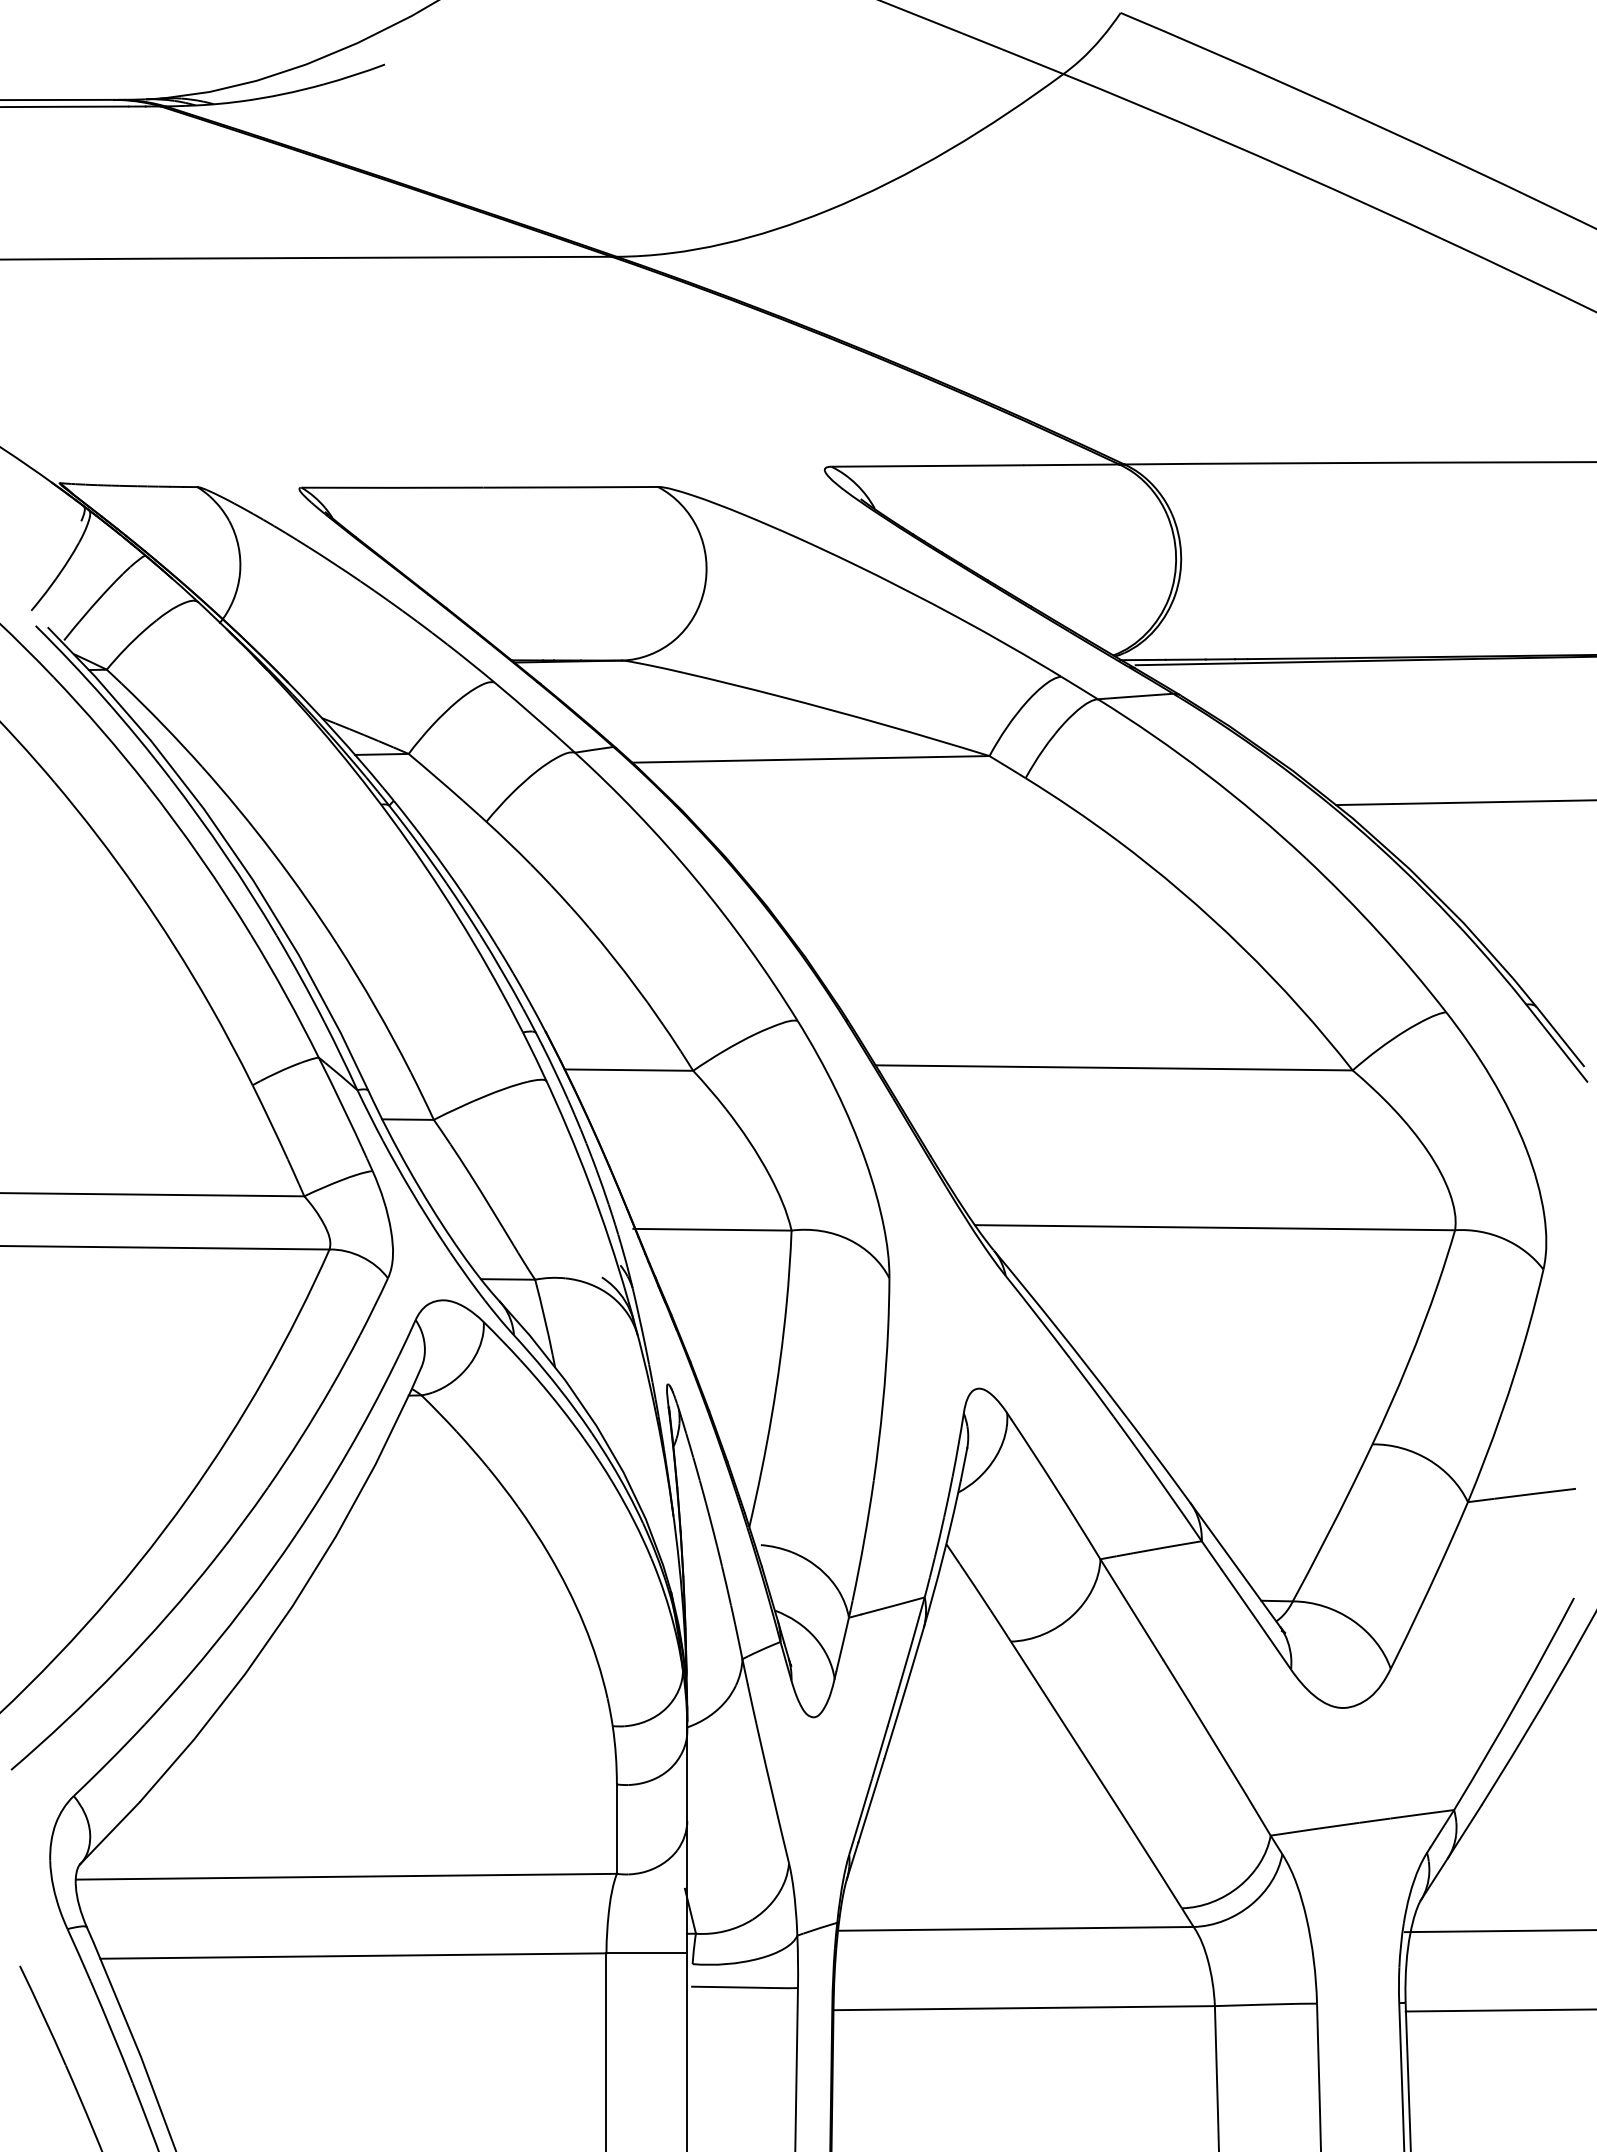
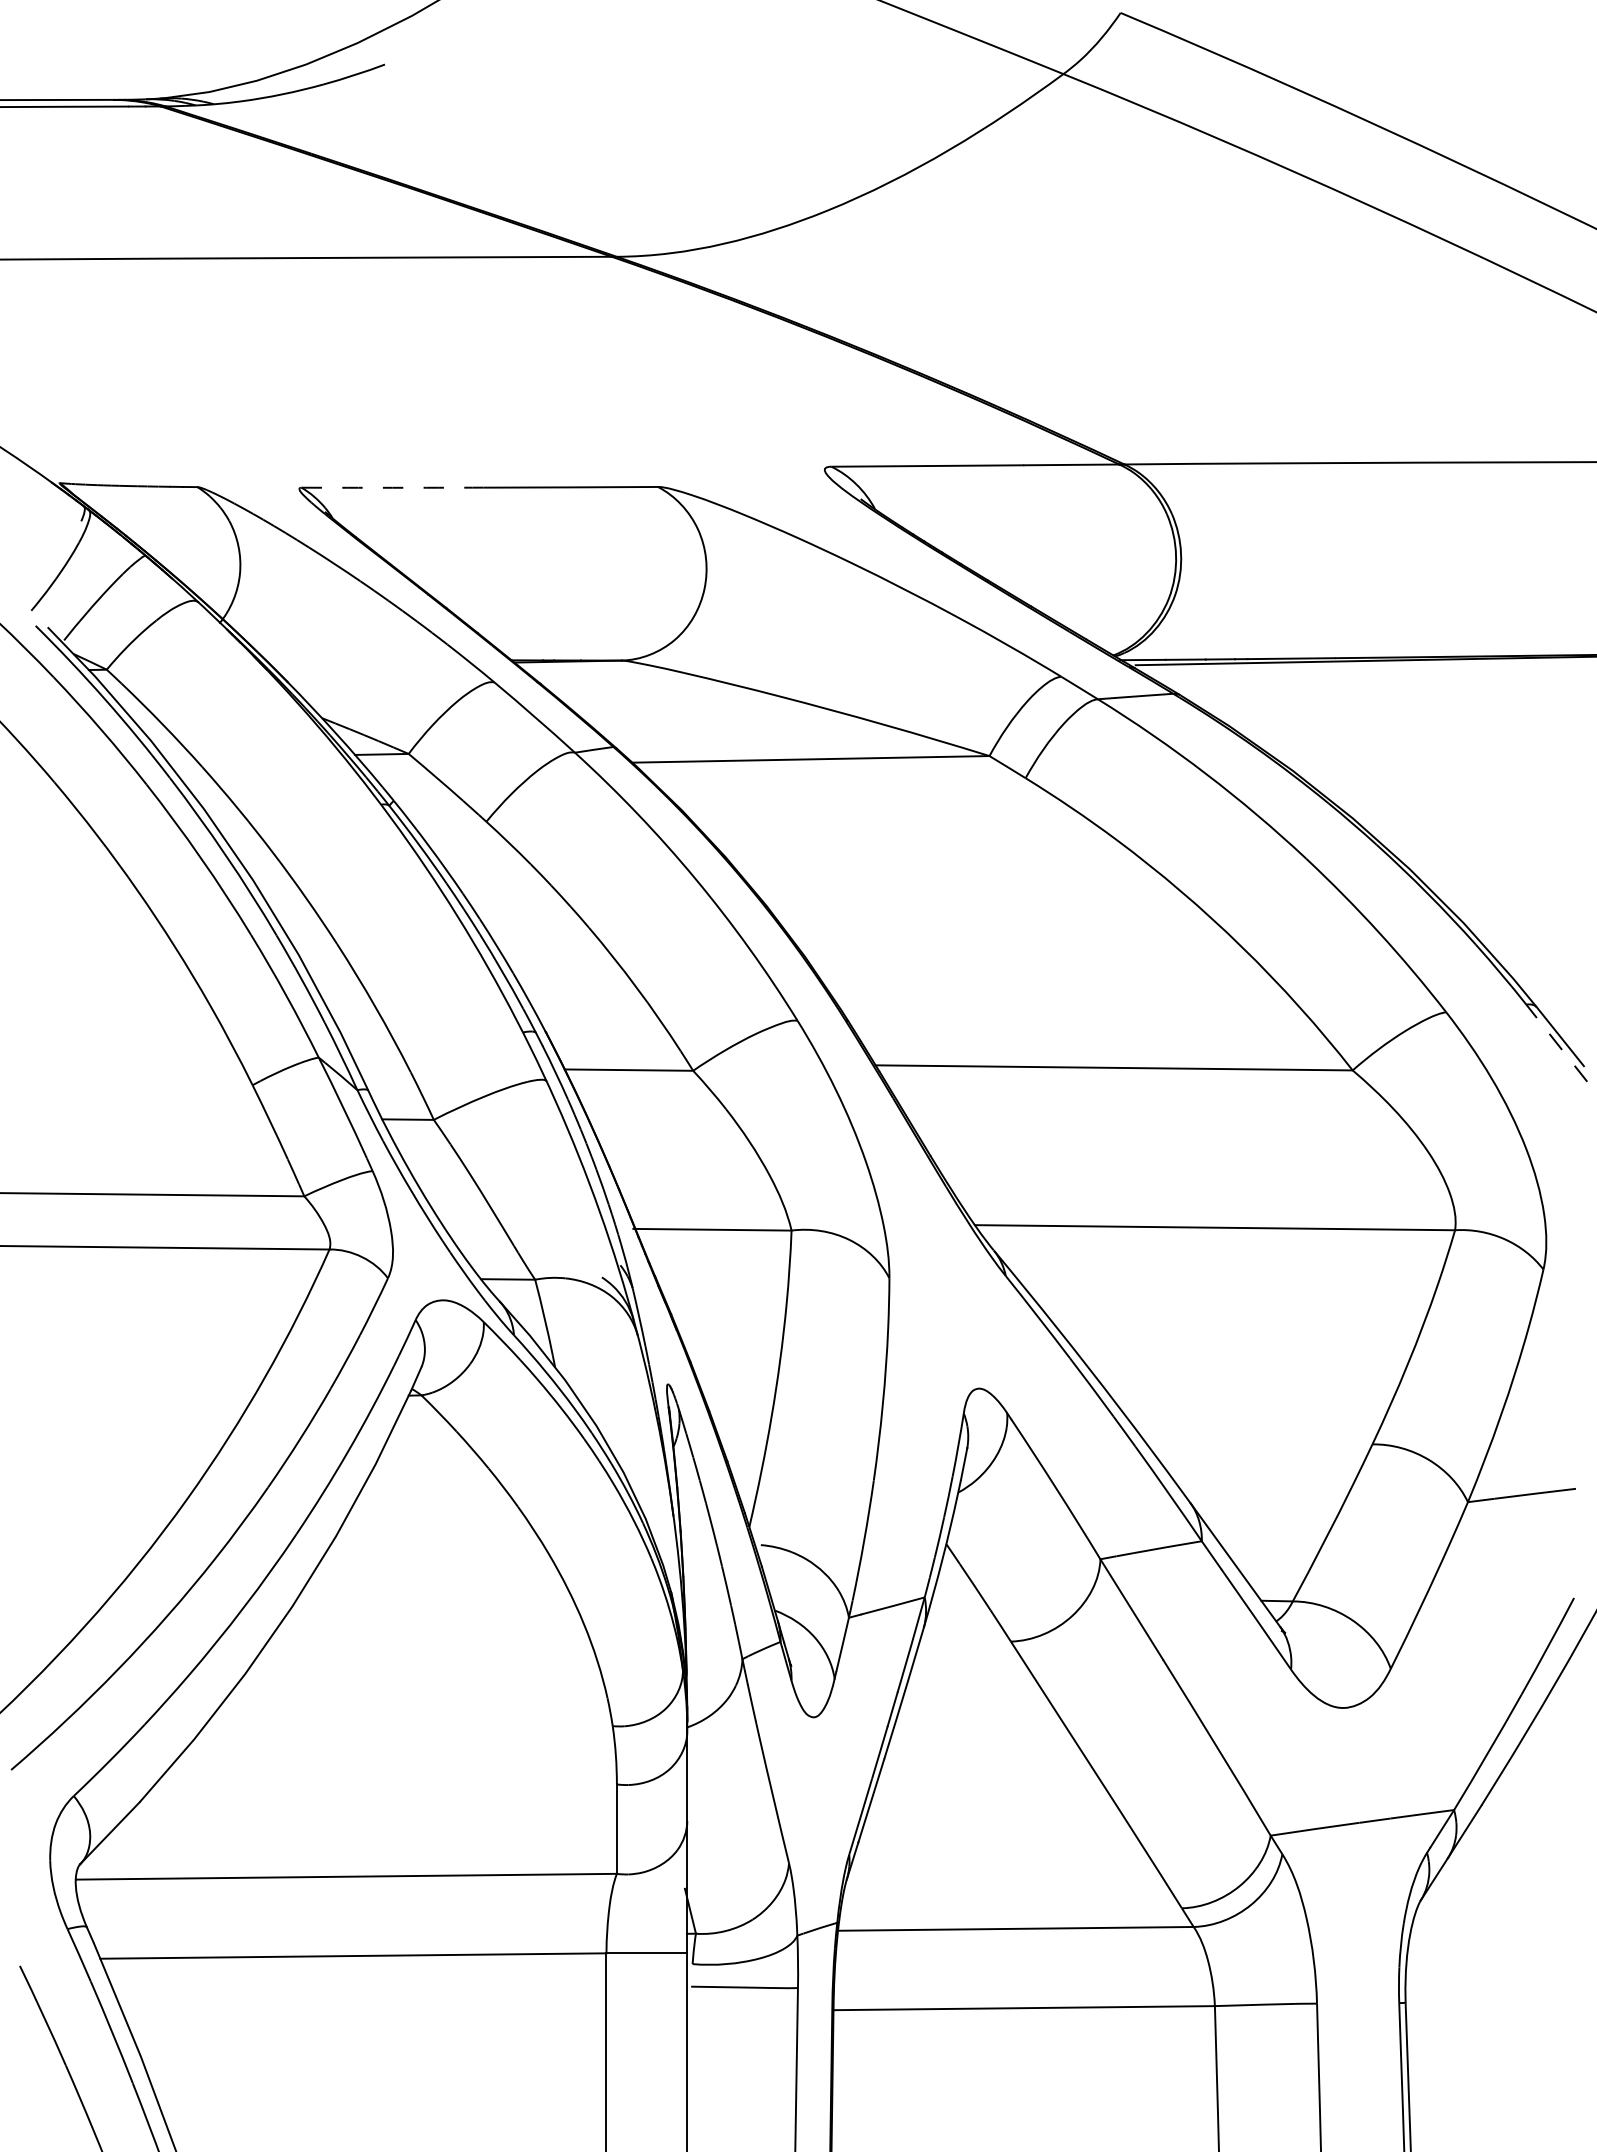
arc at (392, 487): solid -> dashed
line at (1464, 802): present -> none
line at (1556, 1042): solid -> dashed
line at (1498, 1931): present -> none
line at (1499, 2010): present -> none
